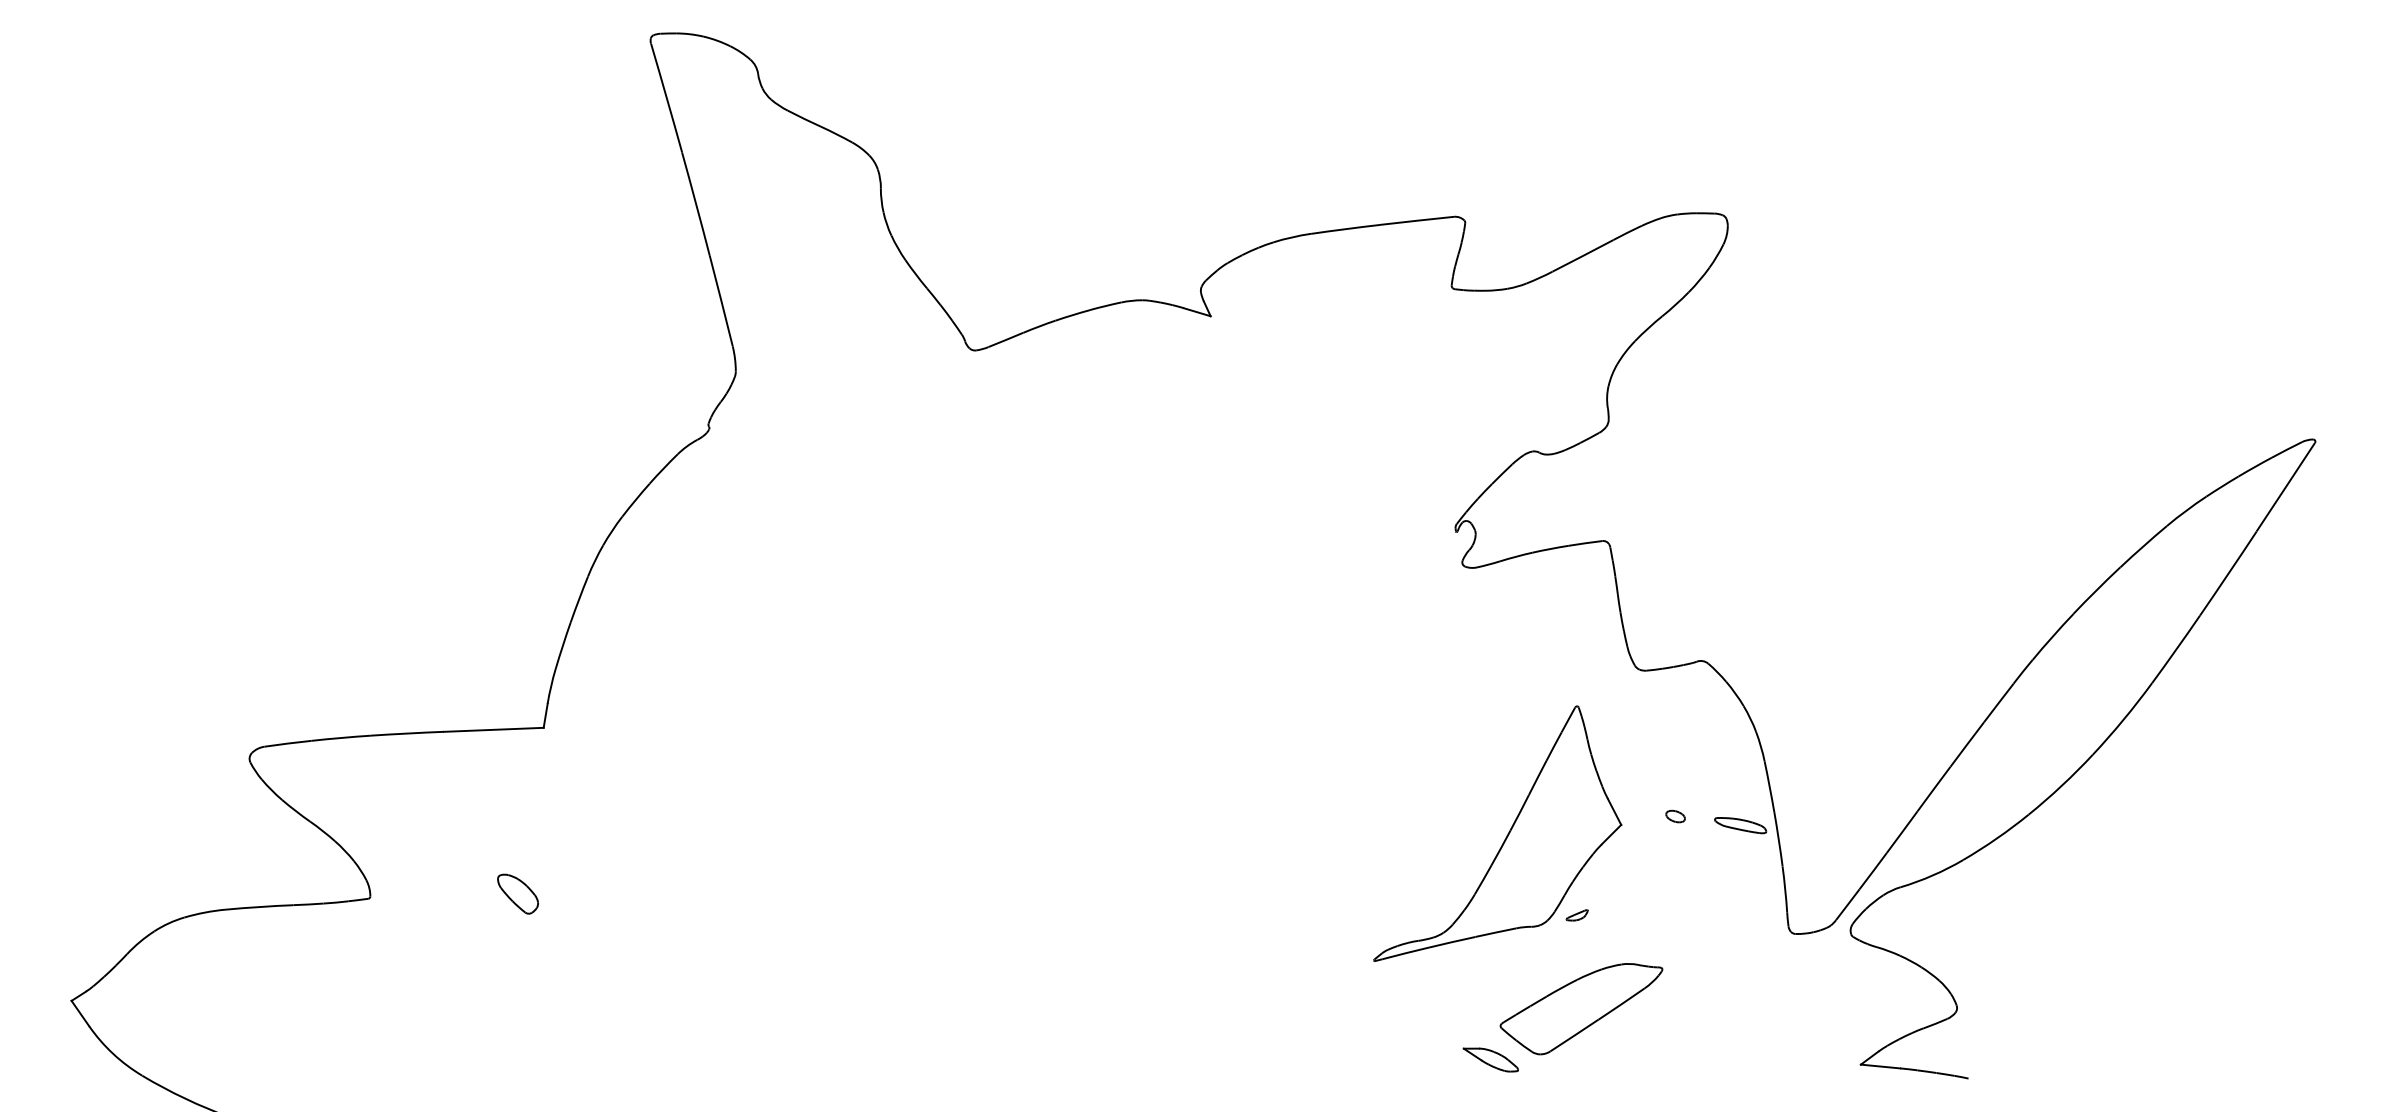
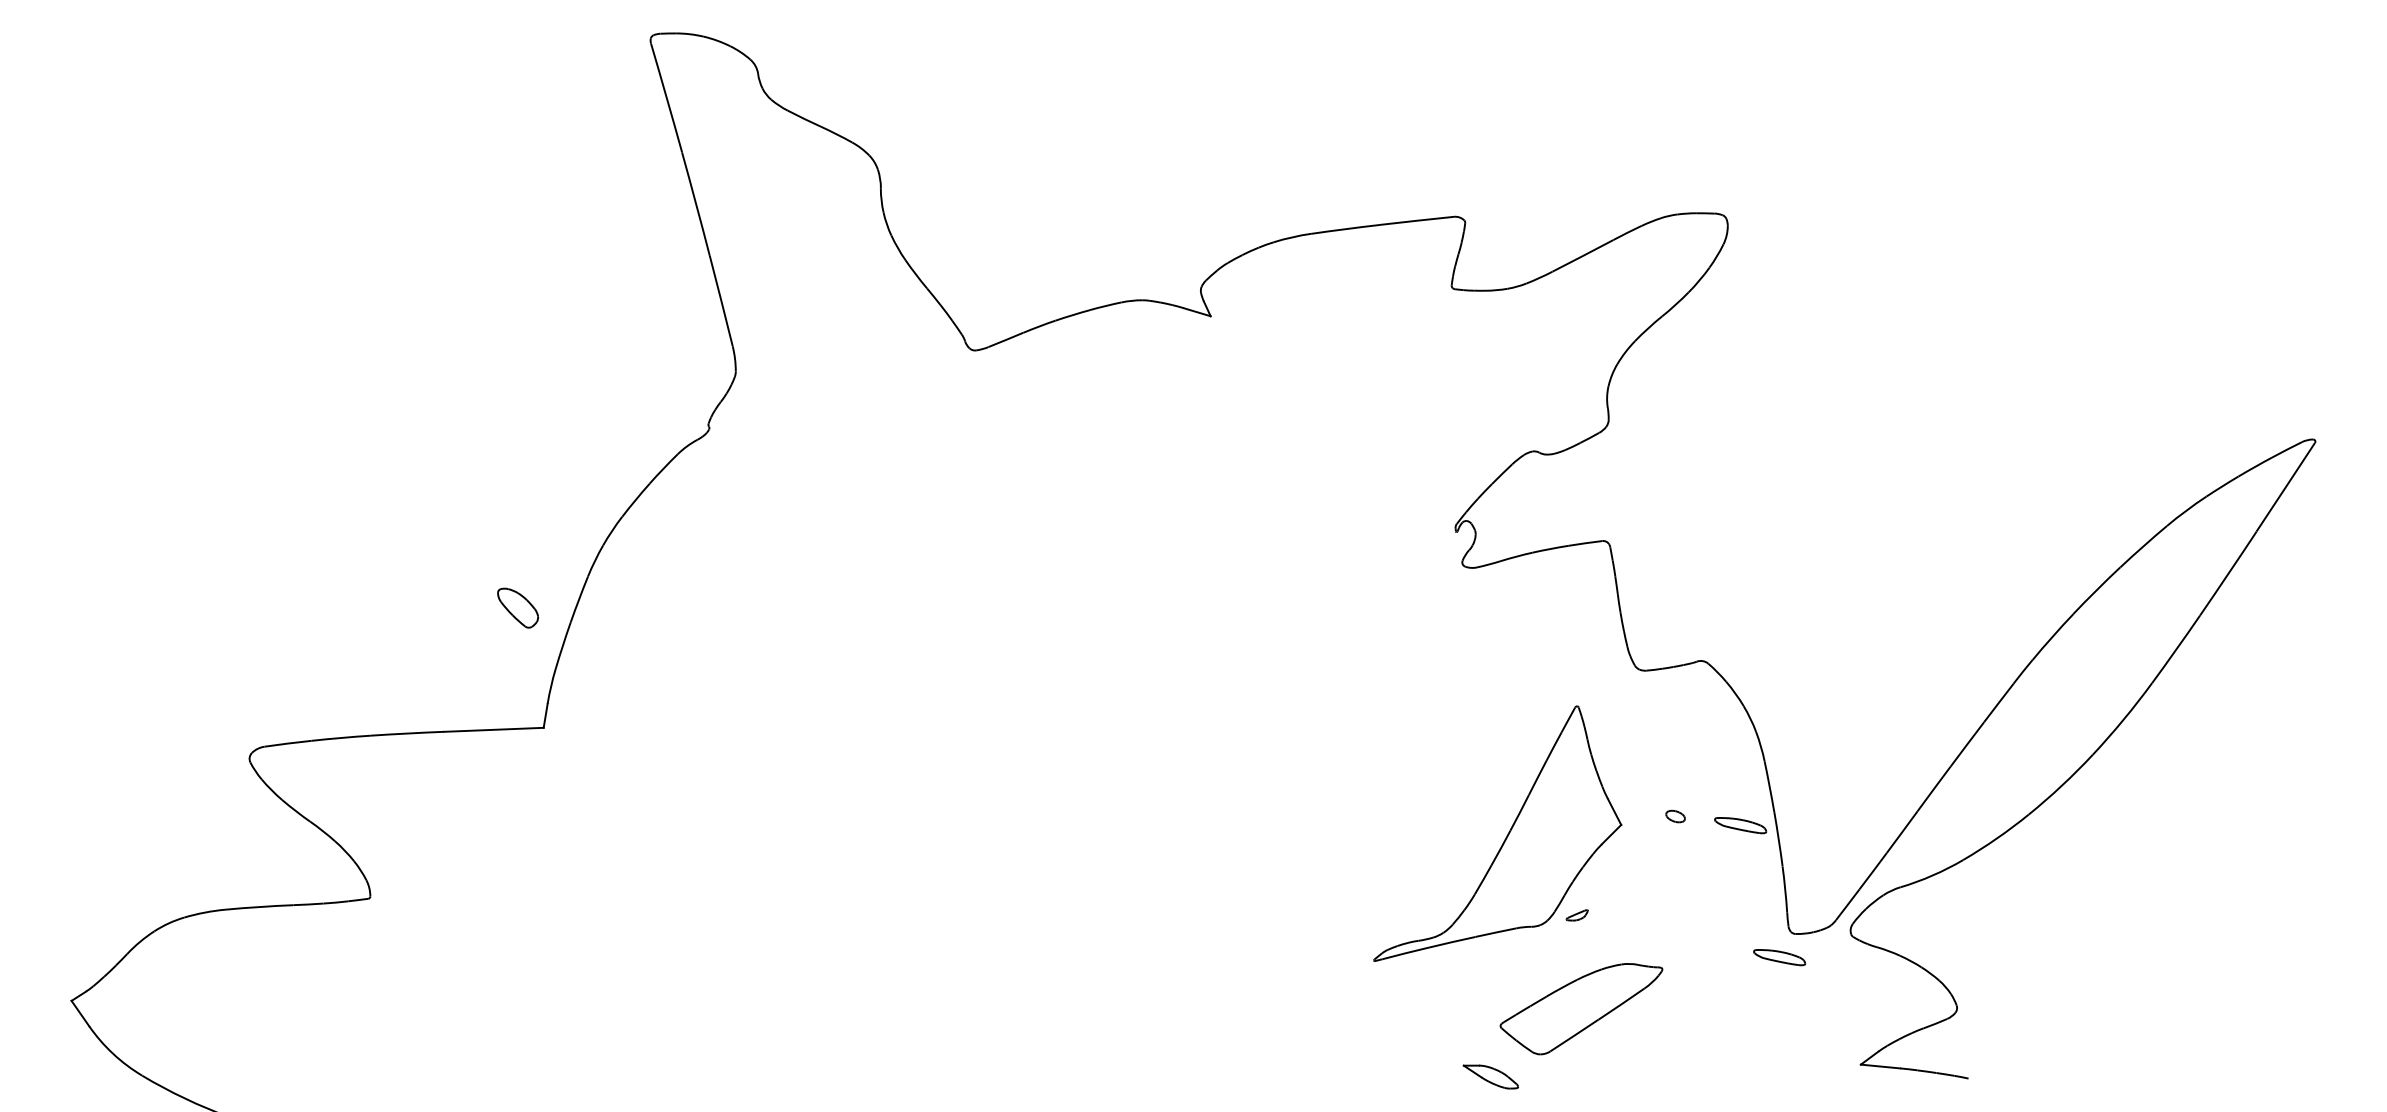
part at (517, 893) position: (517, 893) -> (517, 607)
part at (1779, 957): none -> present
part at (1490, 1059) position: (1490, 1059) -> (1490, 1076)
